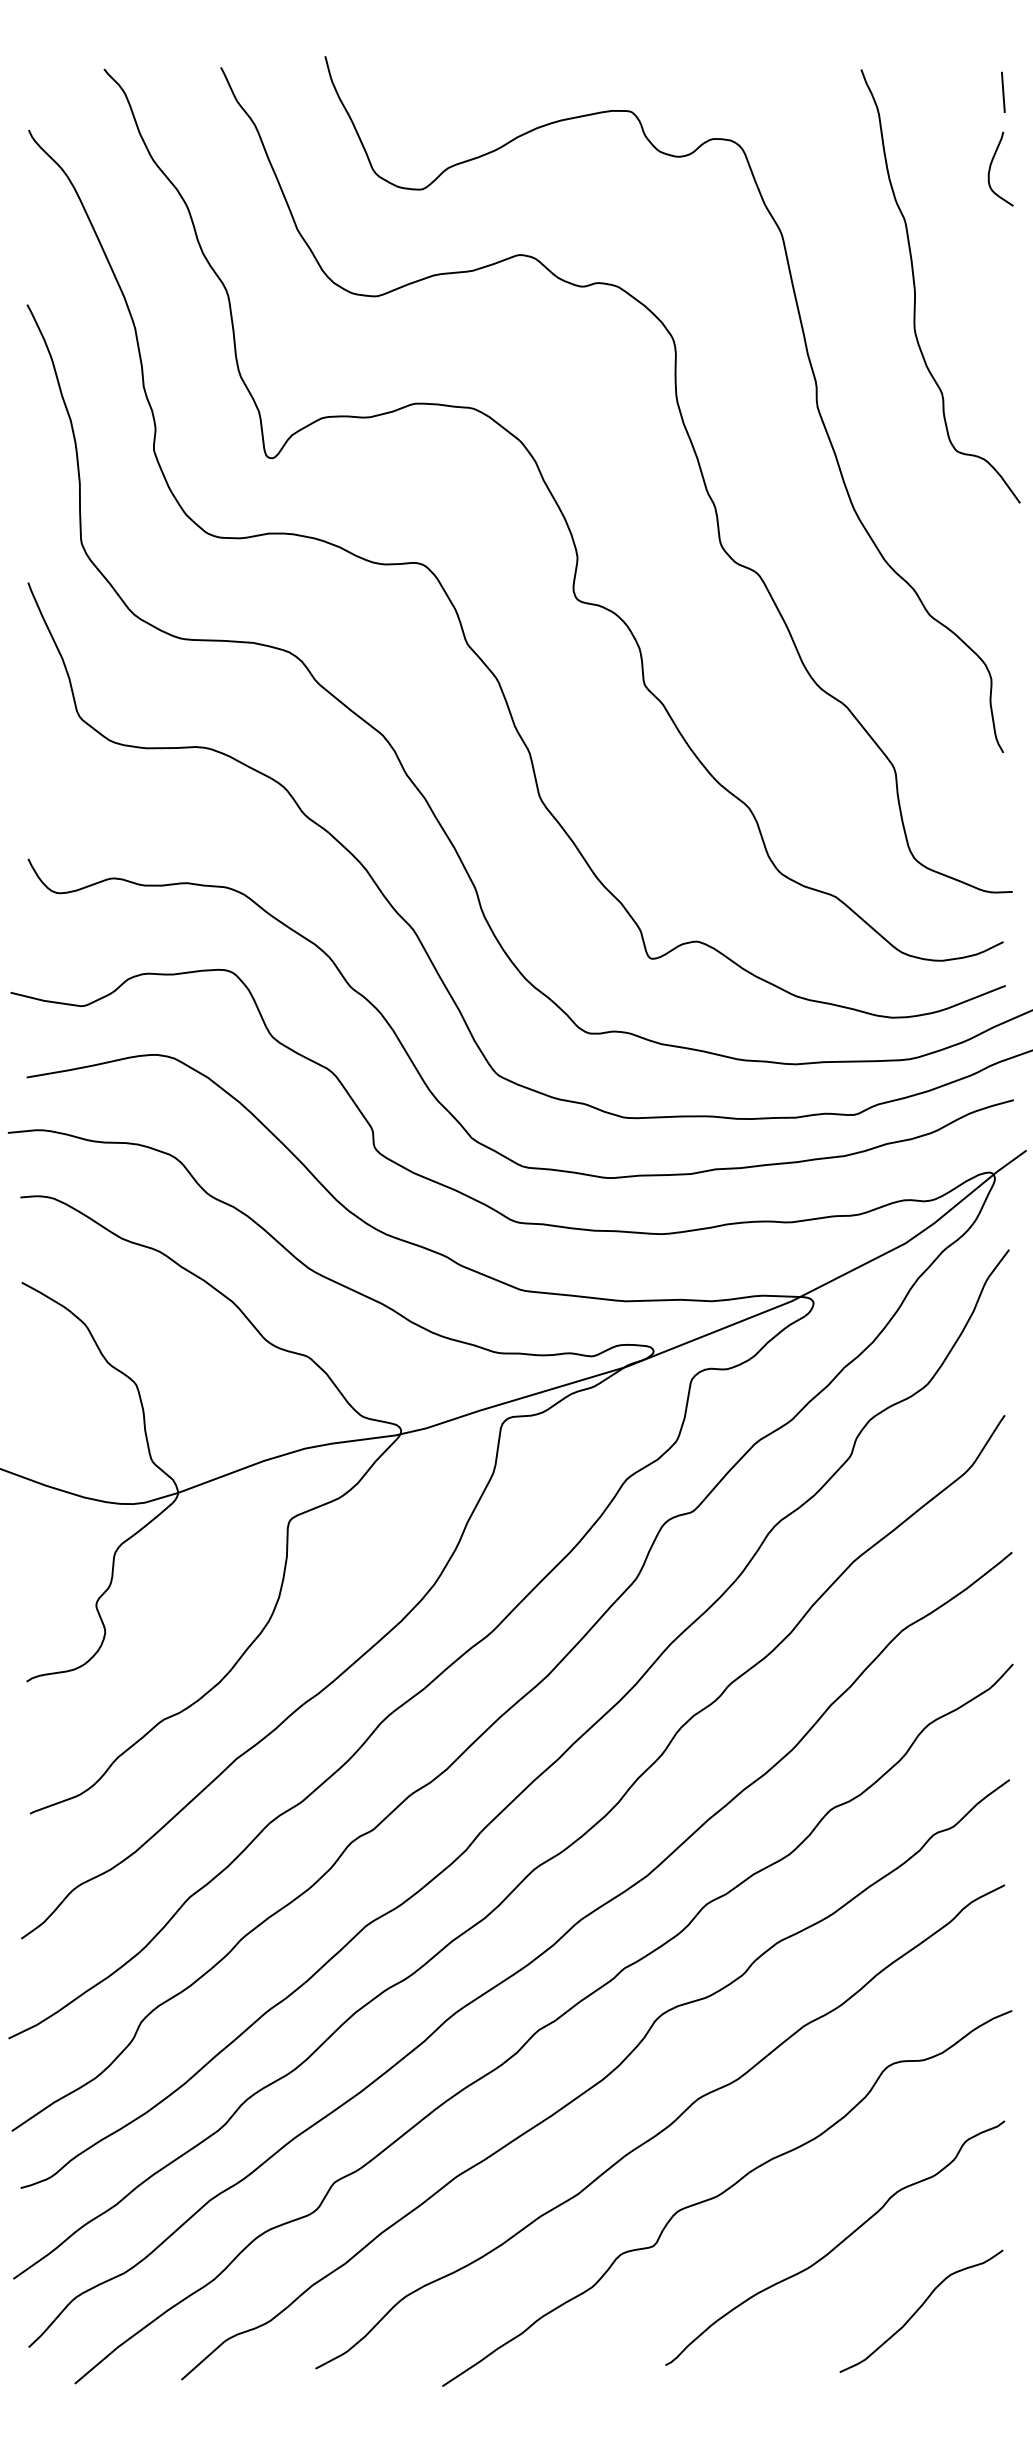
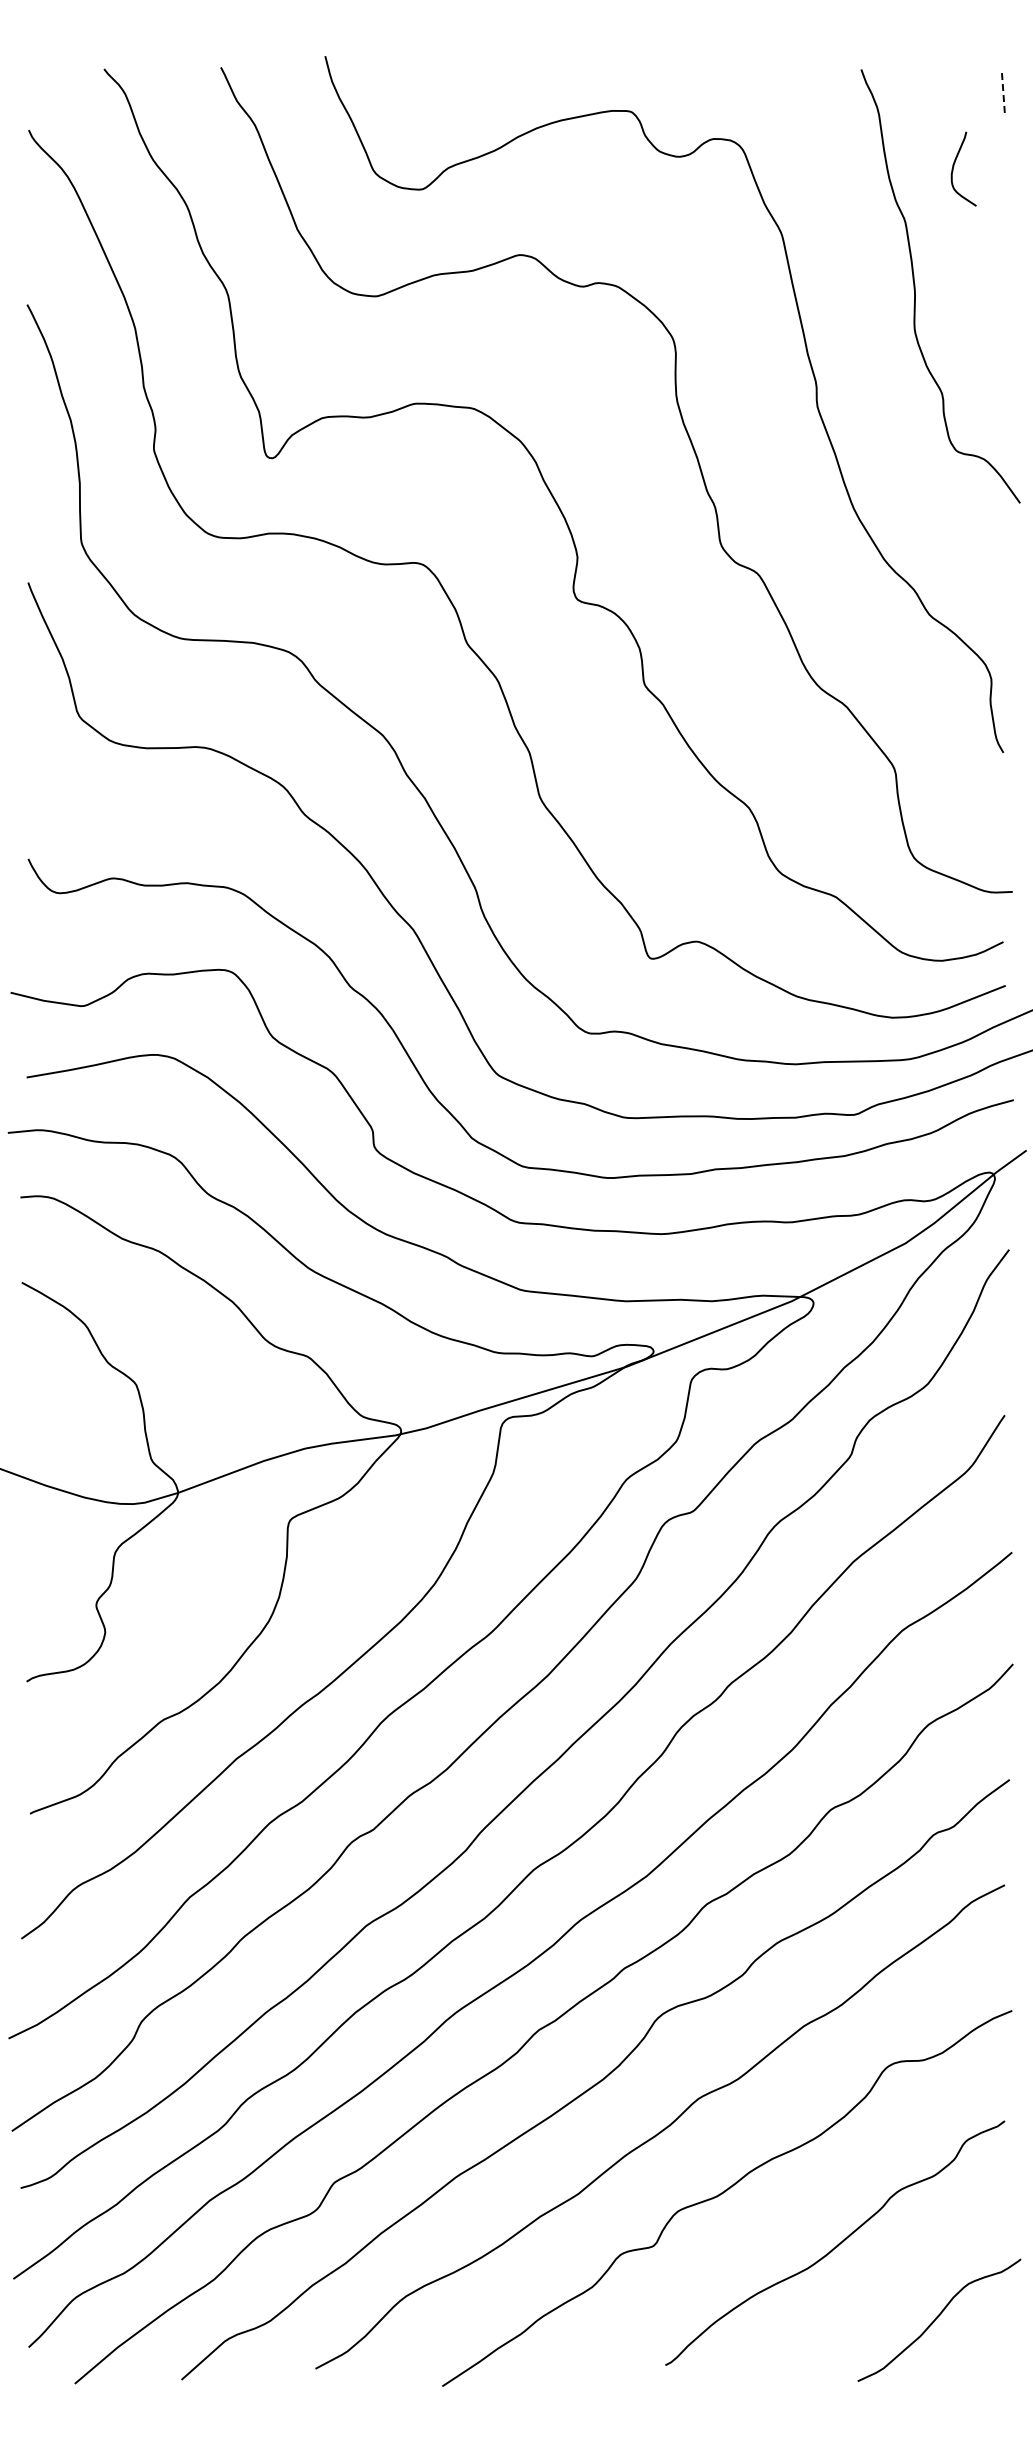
line at (1003, 92): solid -> dashed
curve at (991, 166) position: (991, 166) -> (954, 166)
curve at (920, 2308) position: (920, 2308) -> (938, 2317)
